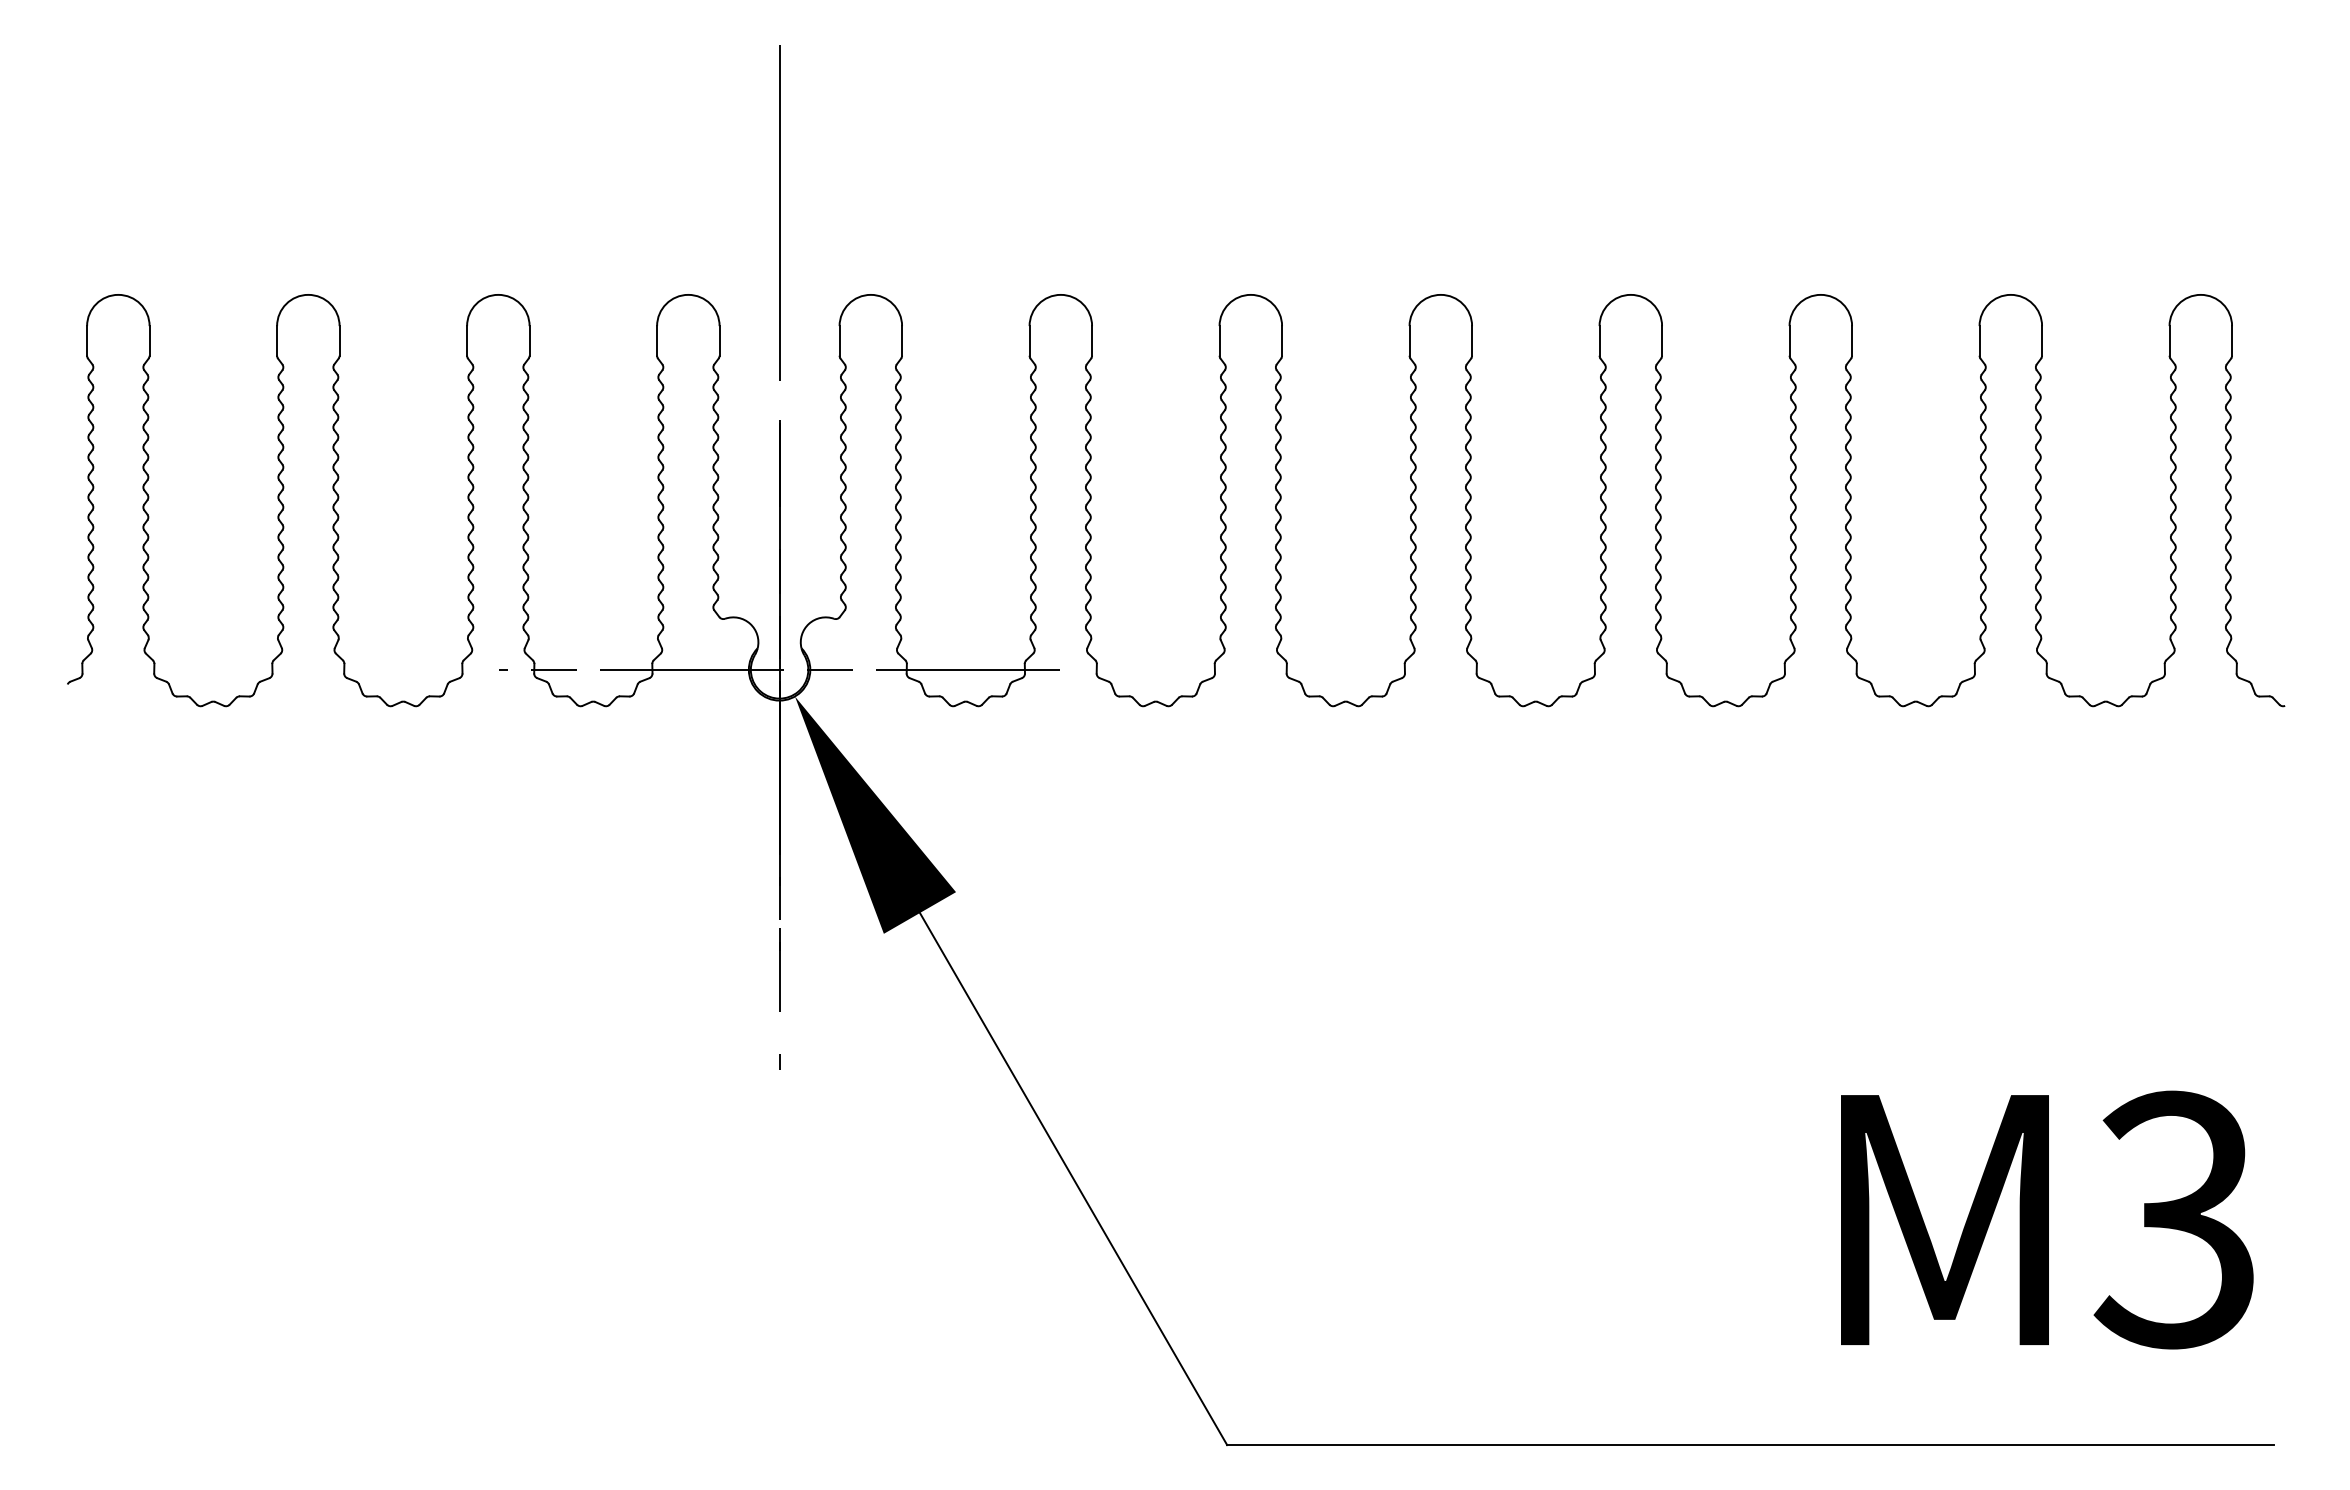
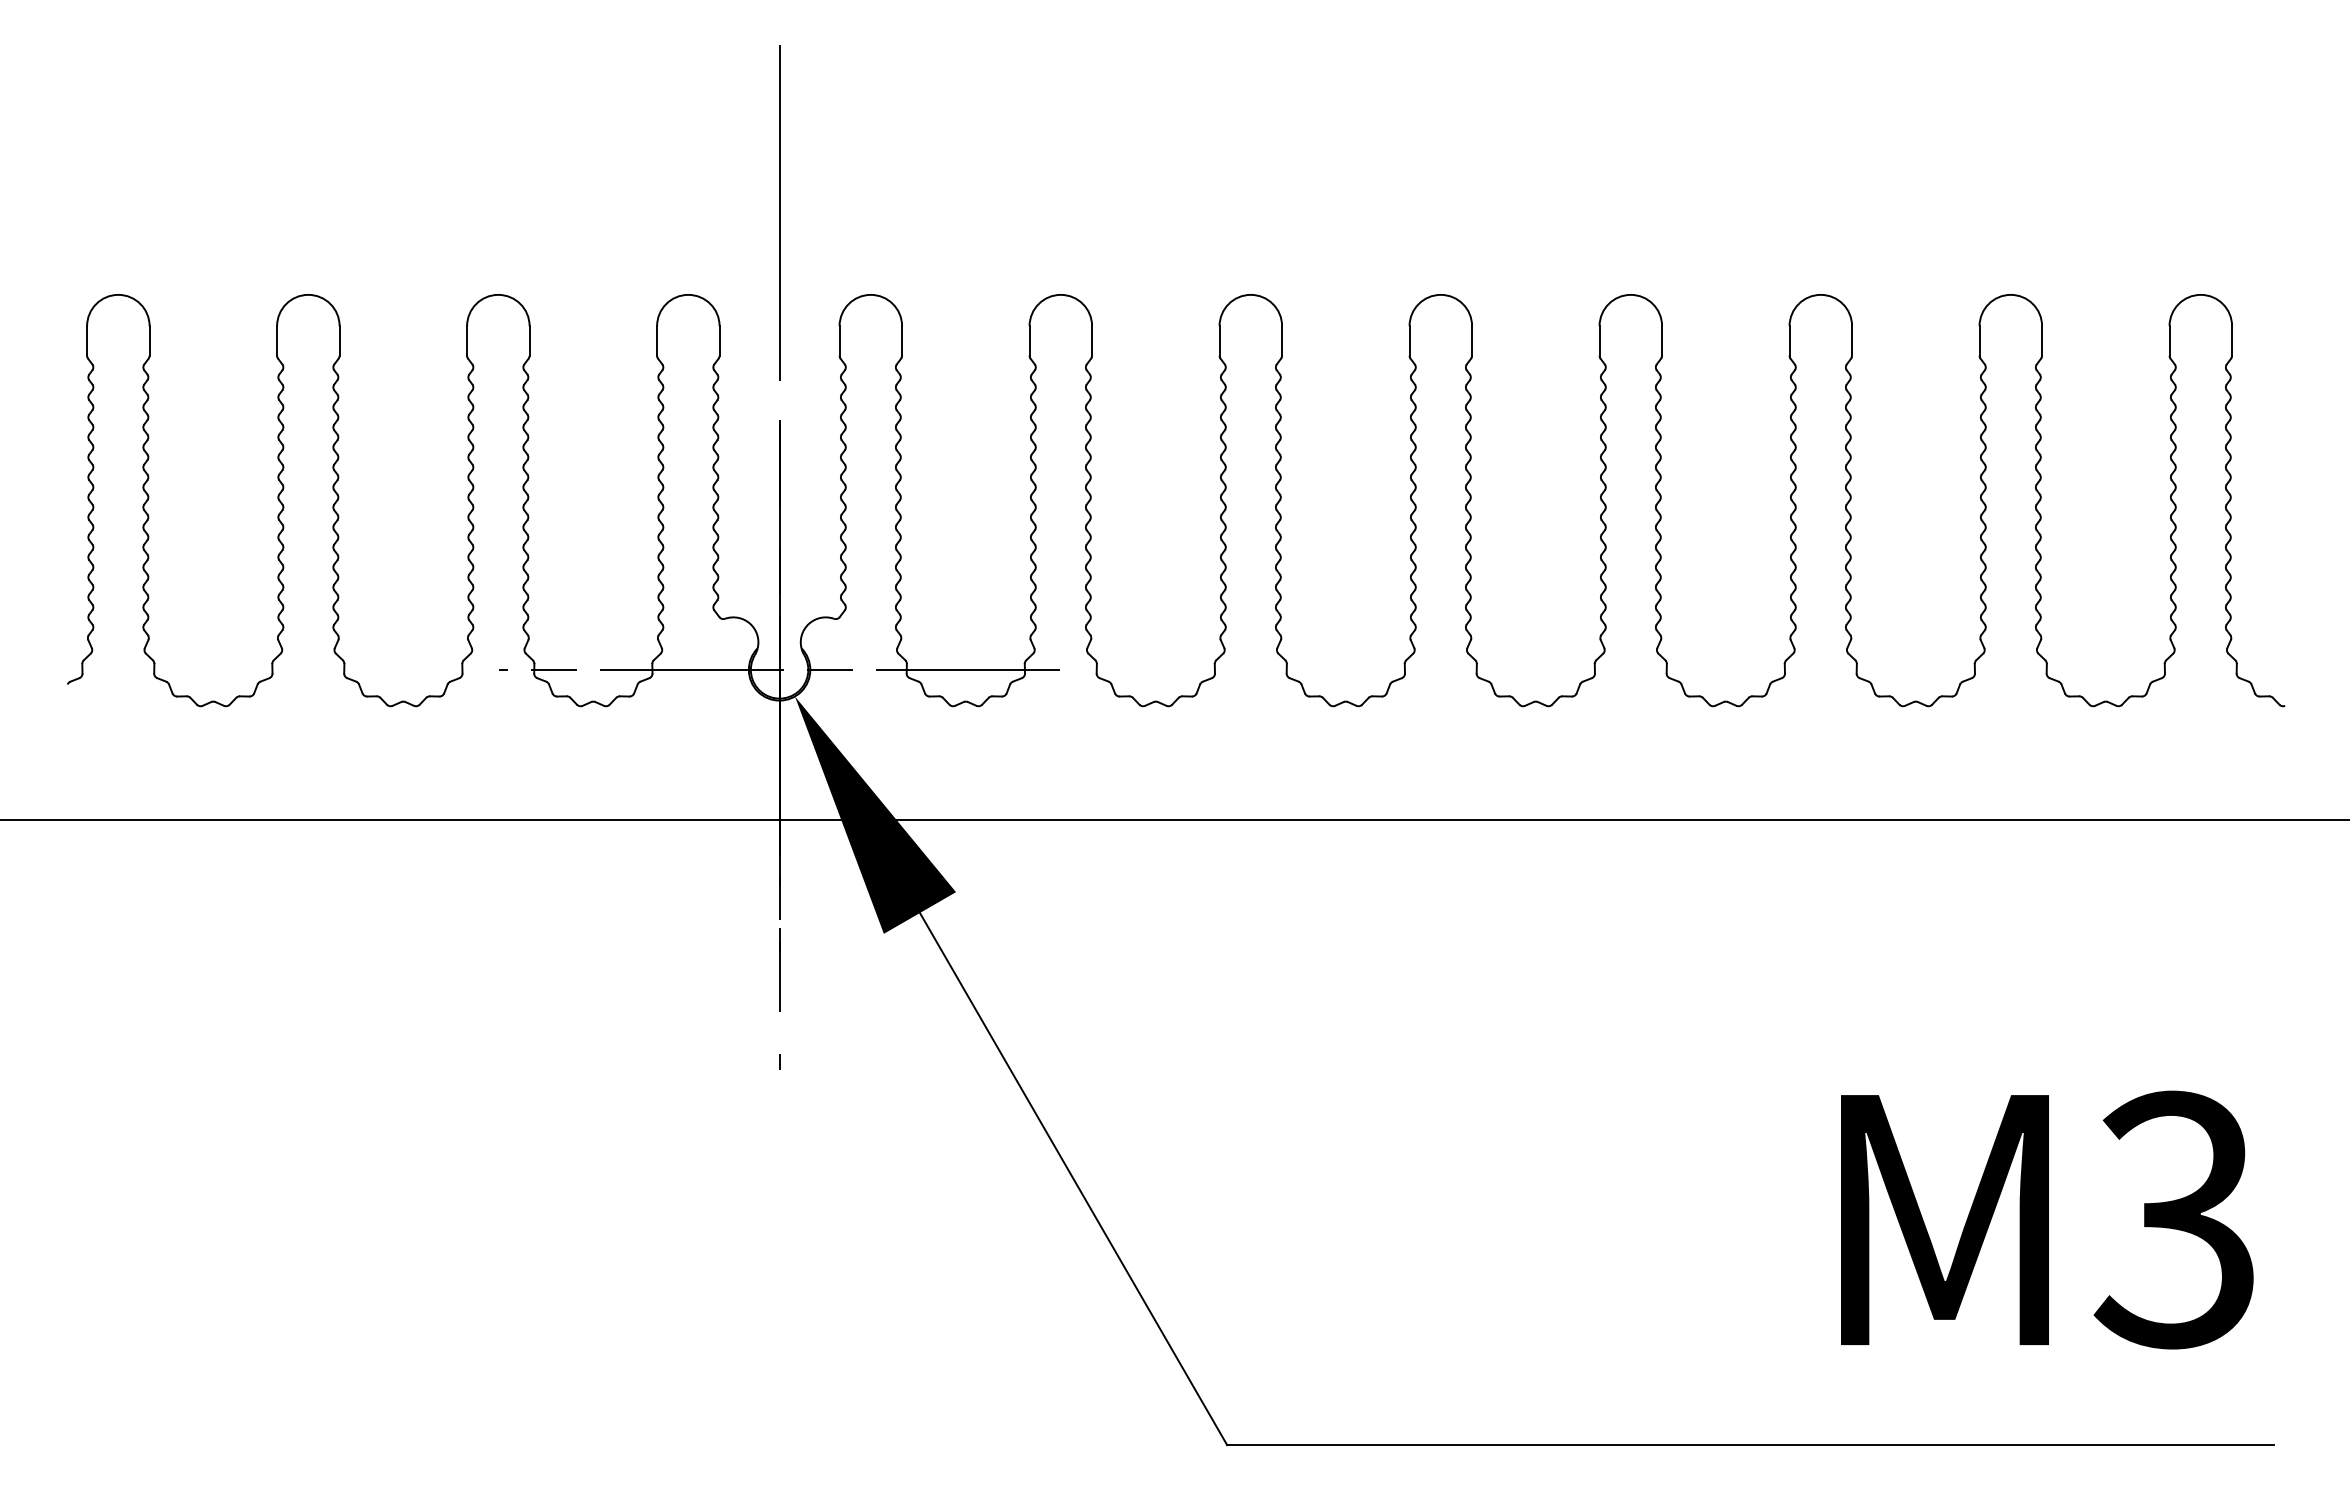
line at (1174, 819): none -> present
